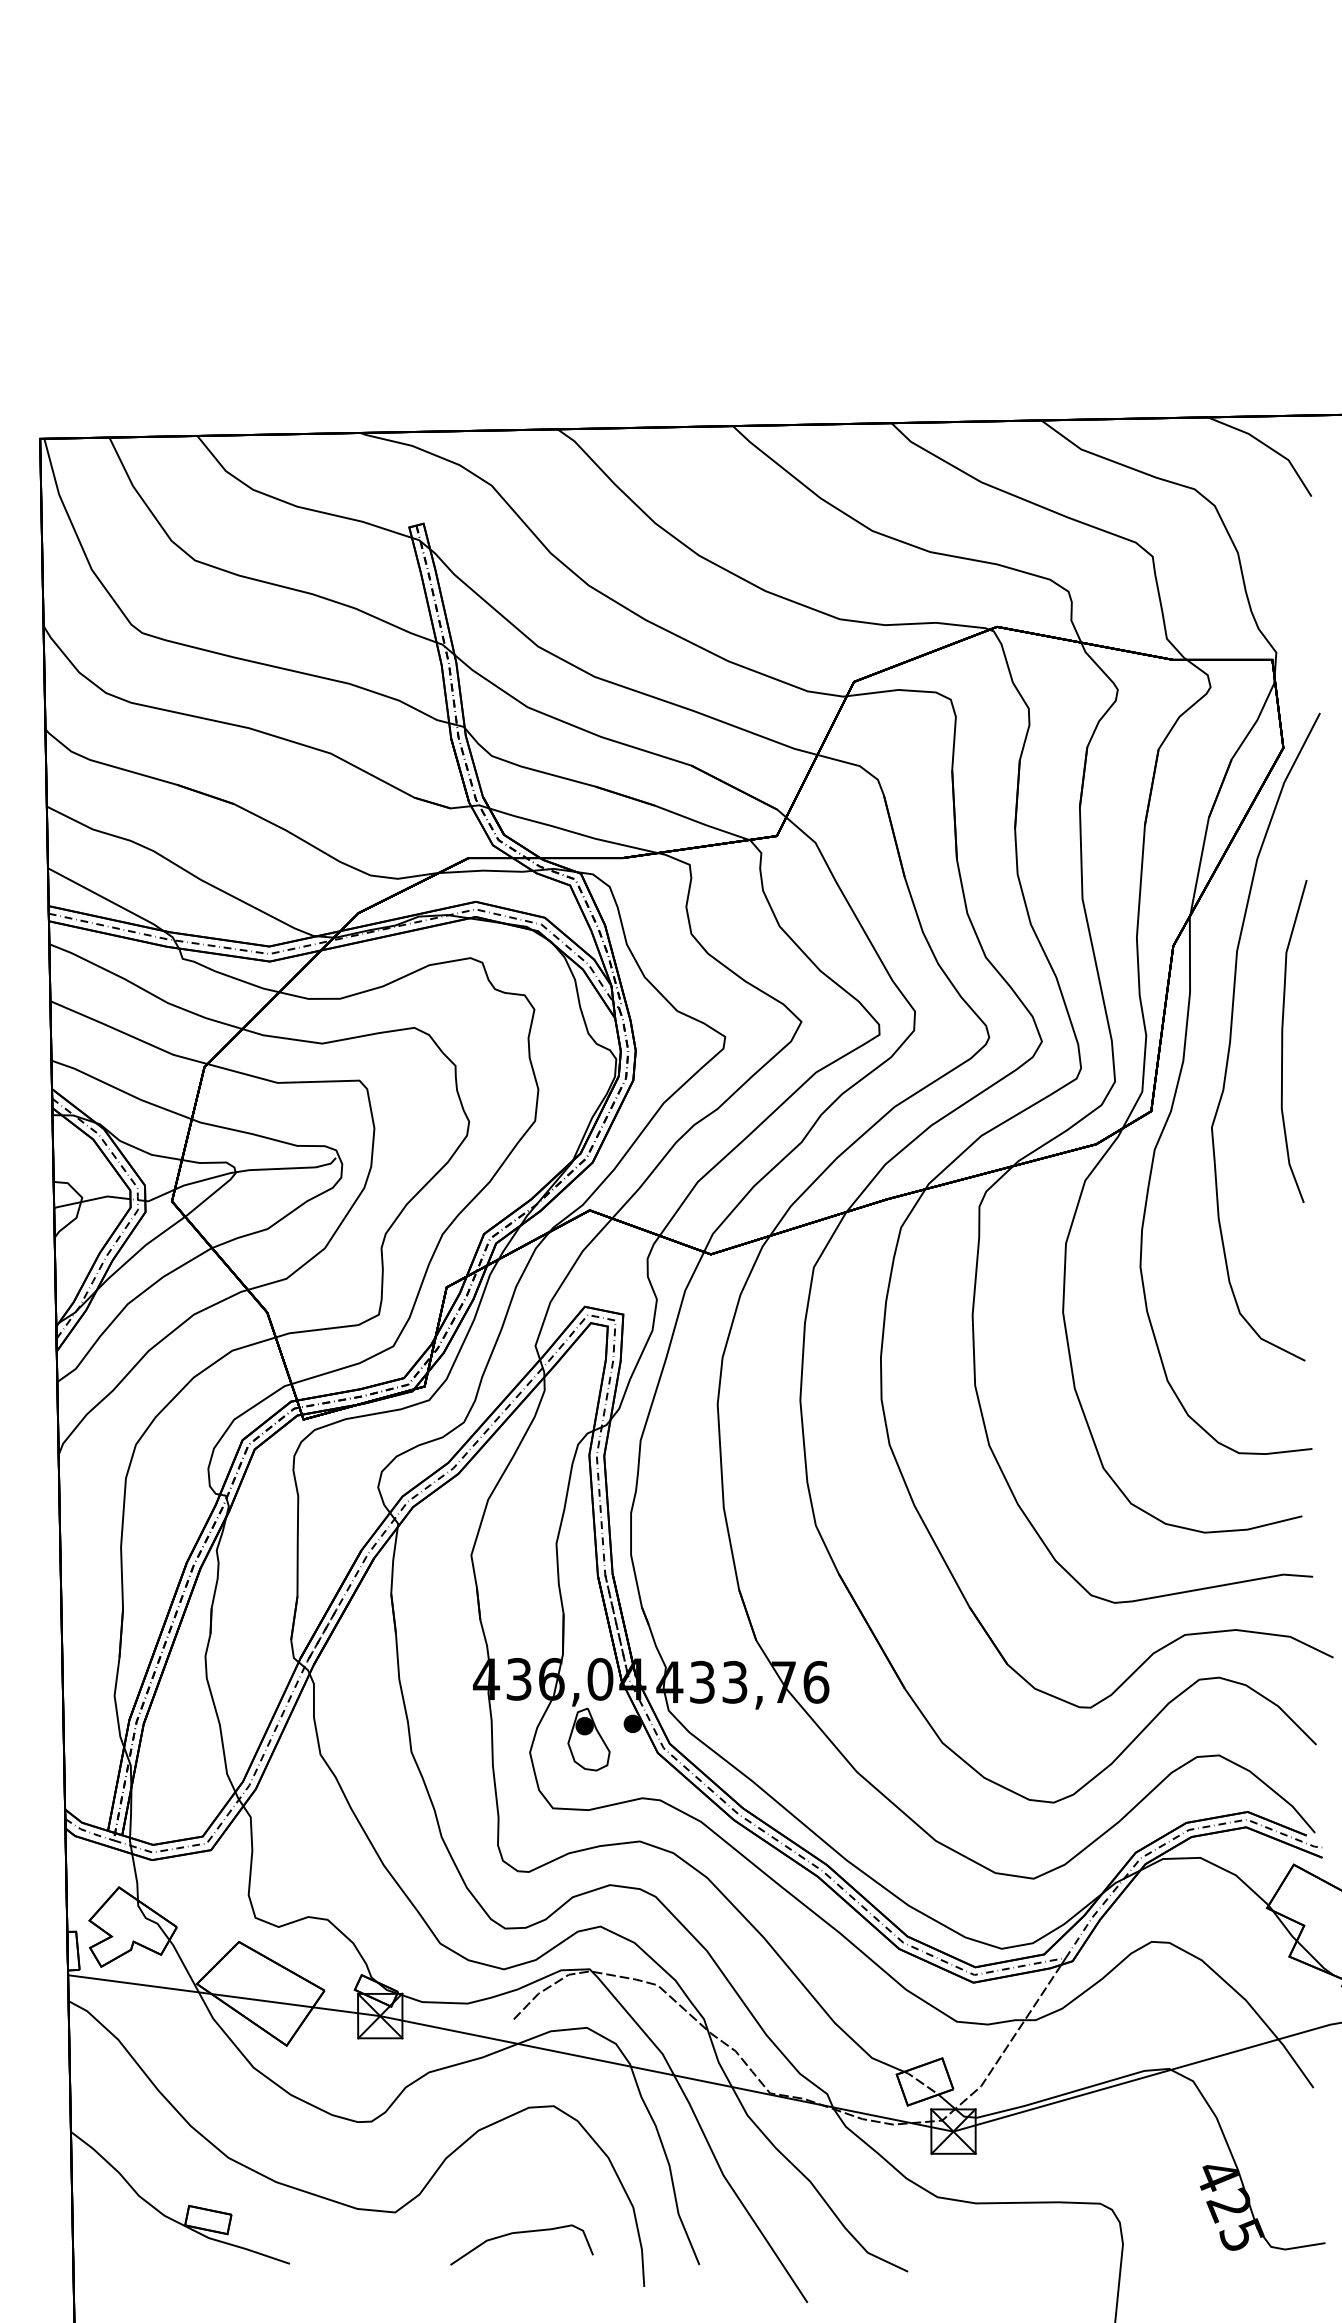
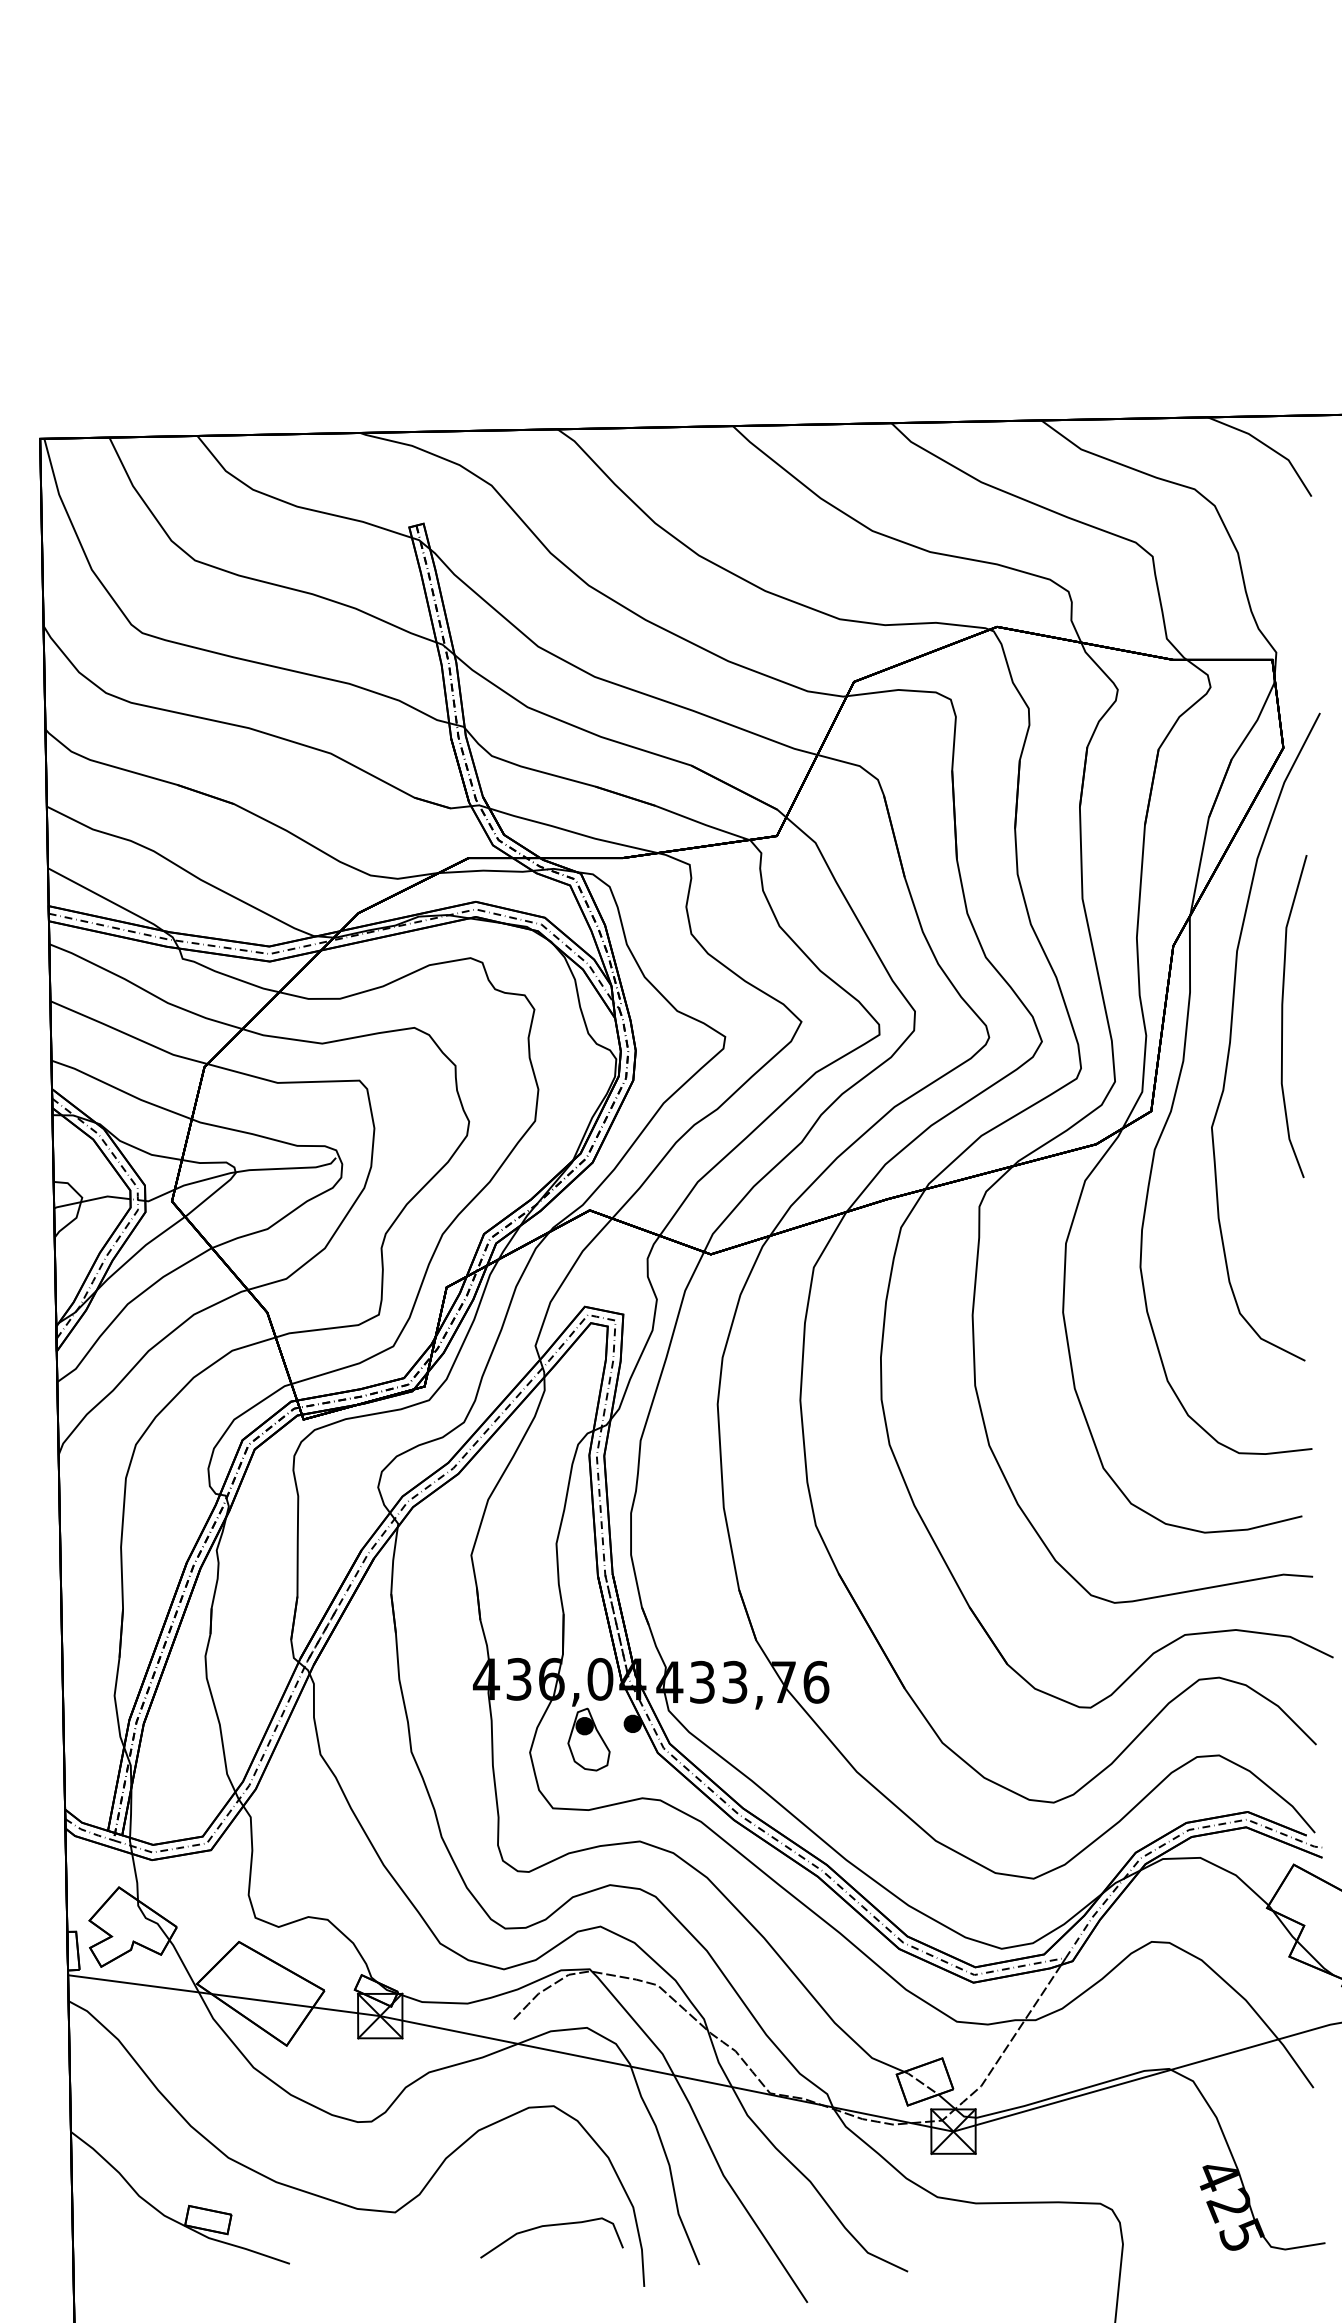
curve at (1283, 1041) position: (1283, 1041) -> (1283, 1016)
curve at (521, 2233) position: (521, 2233) -> (551, 2226)
